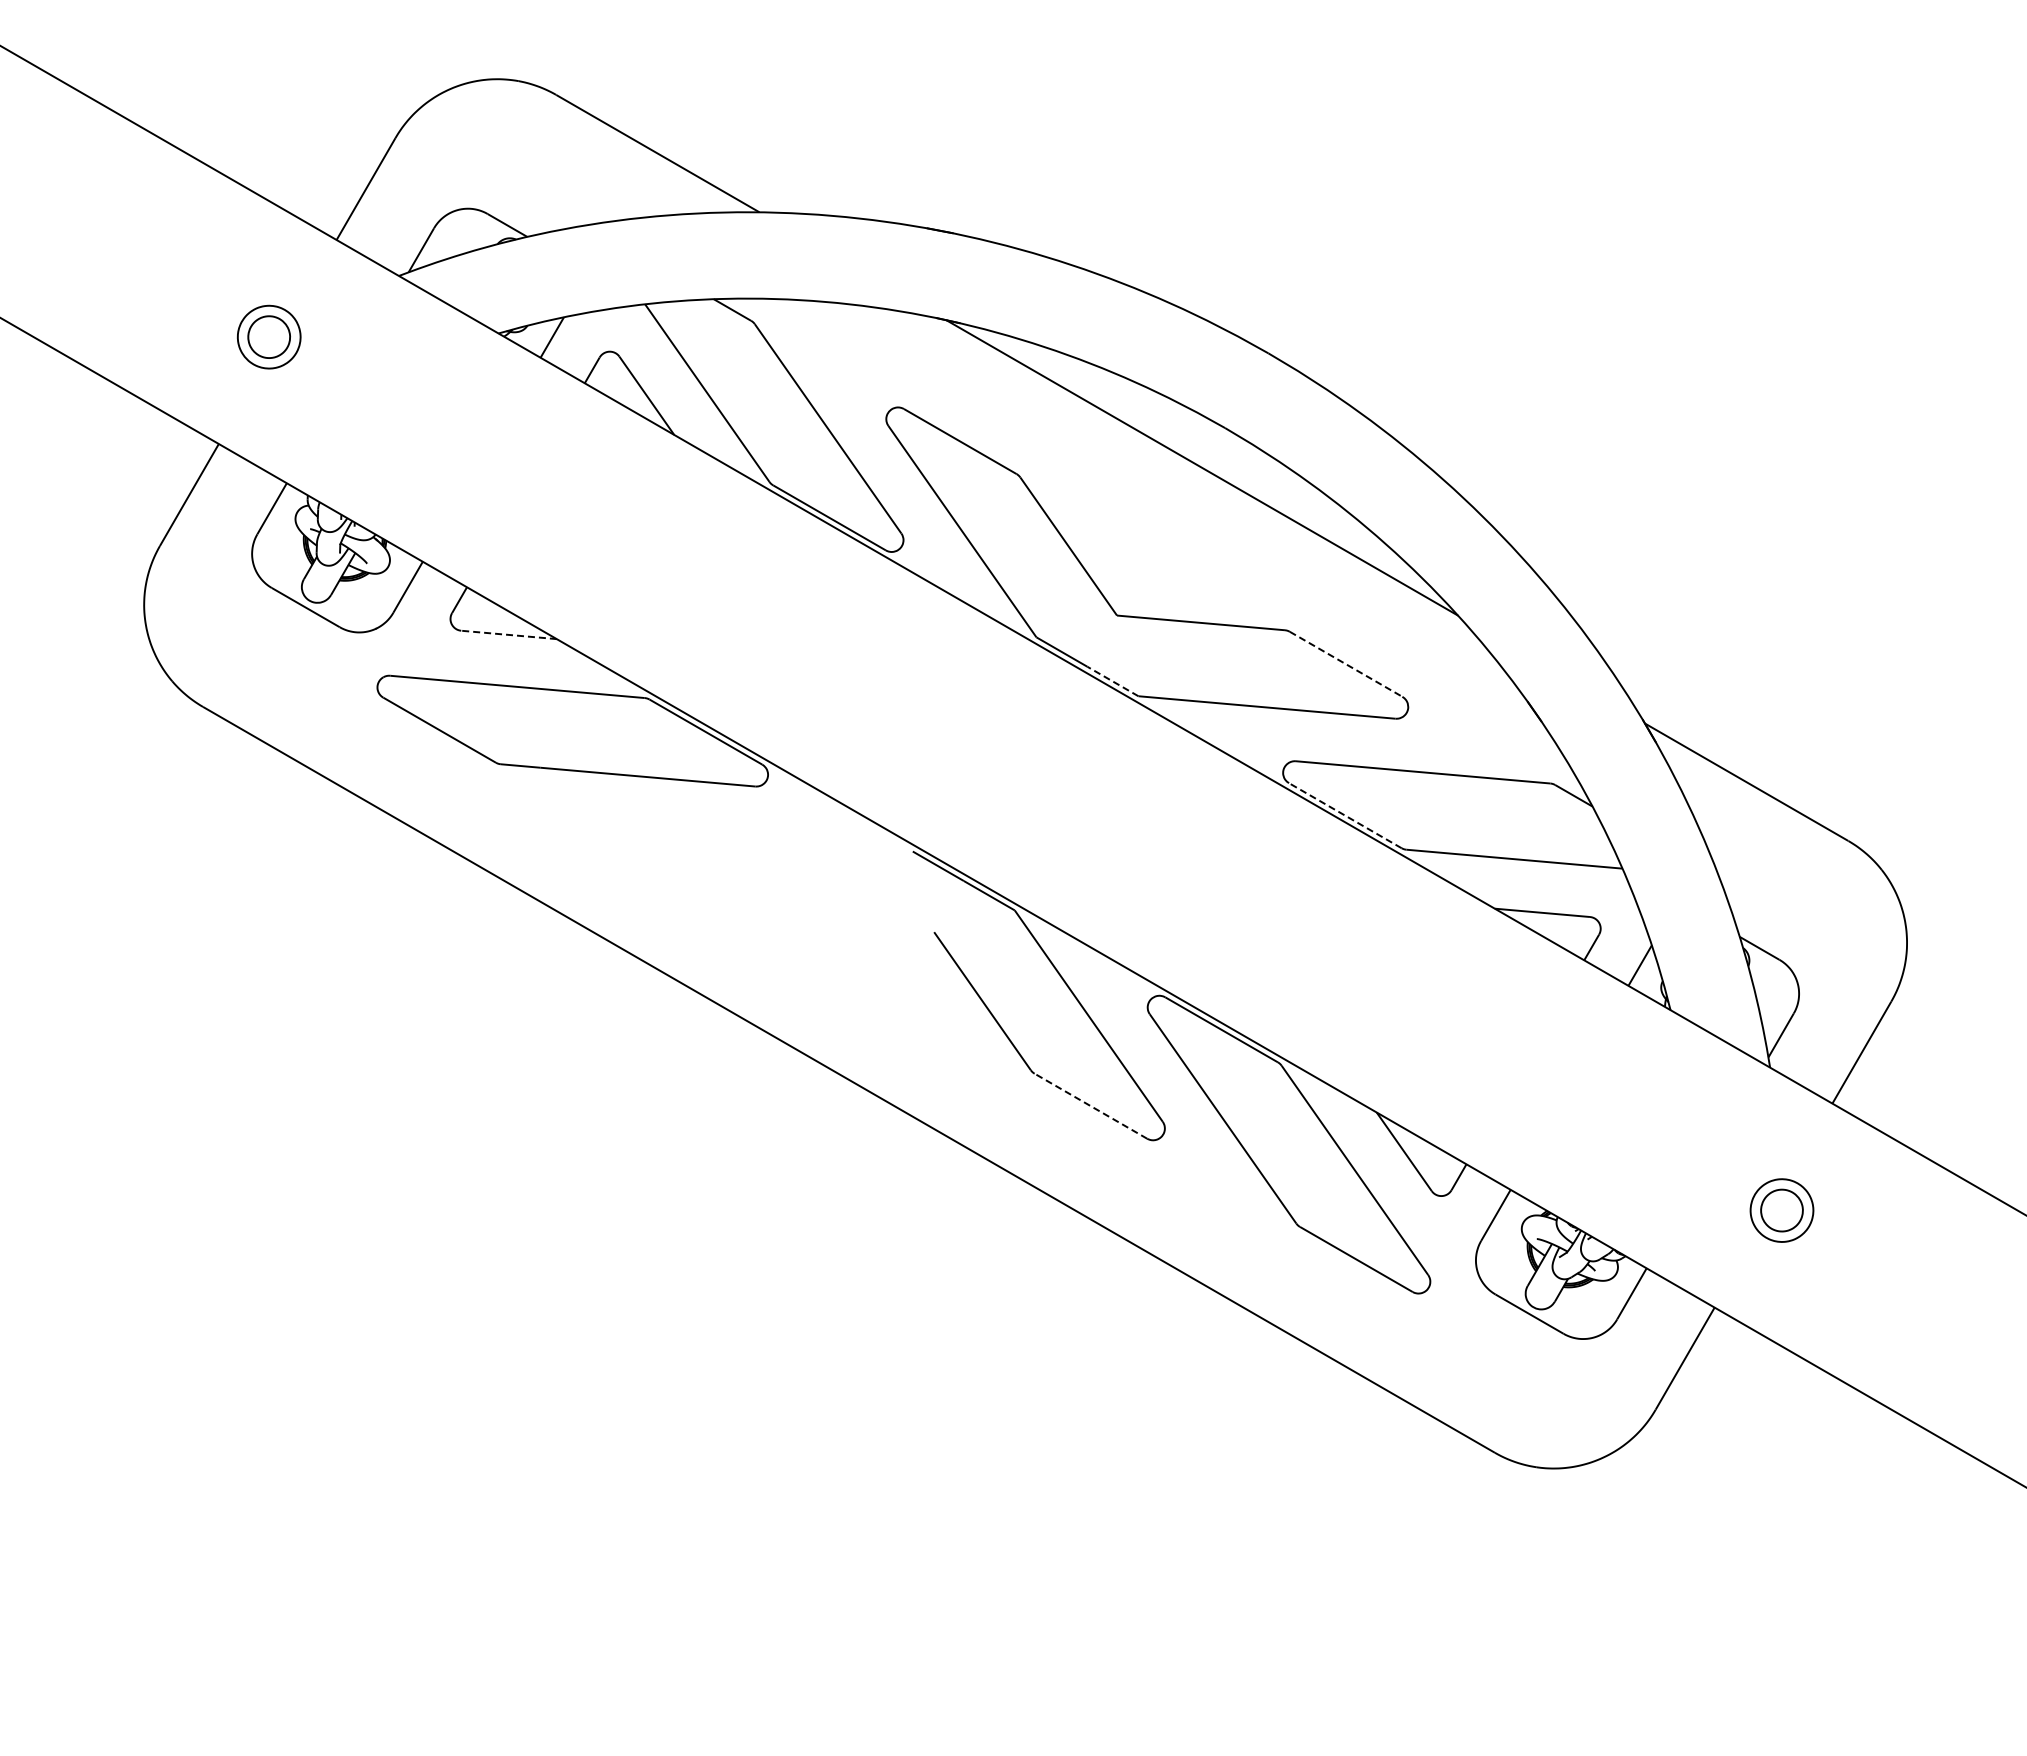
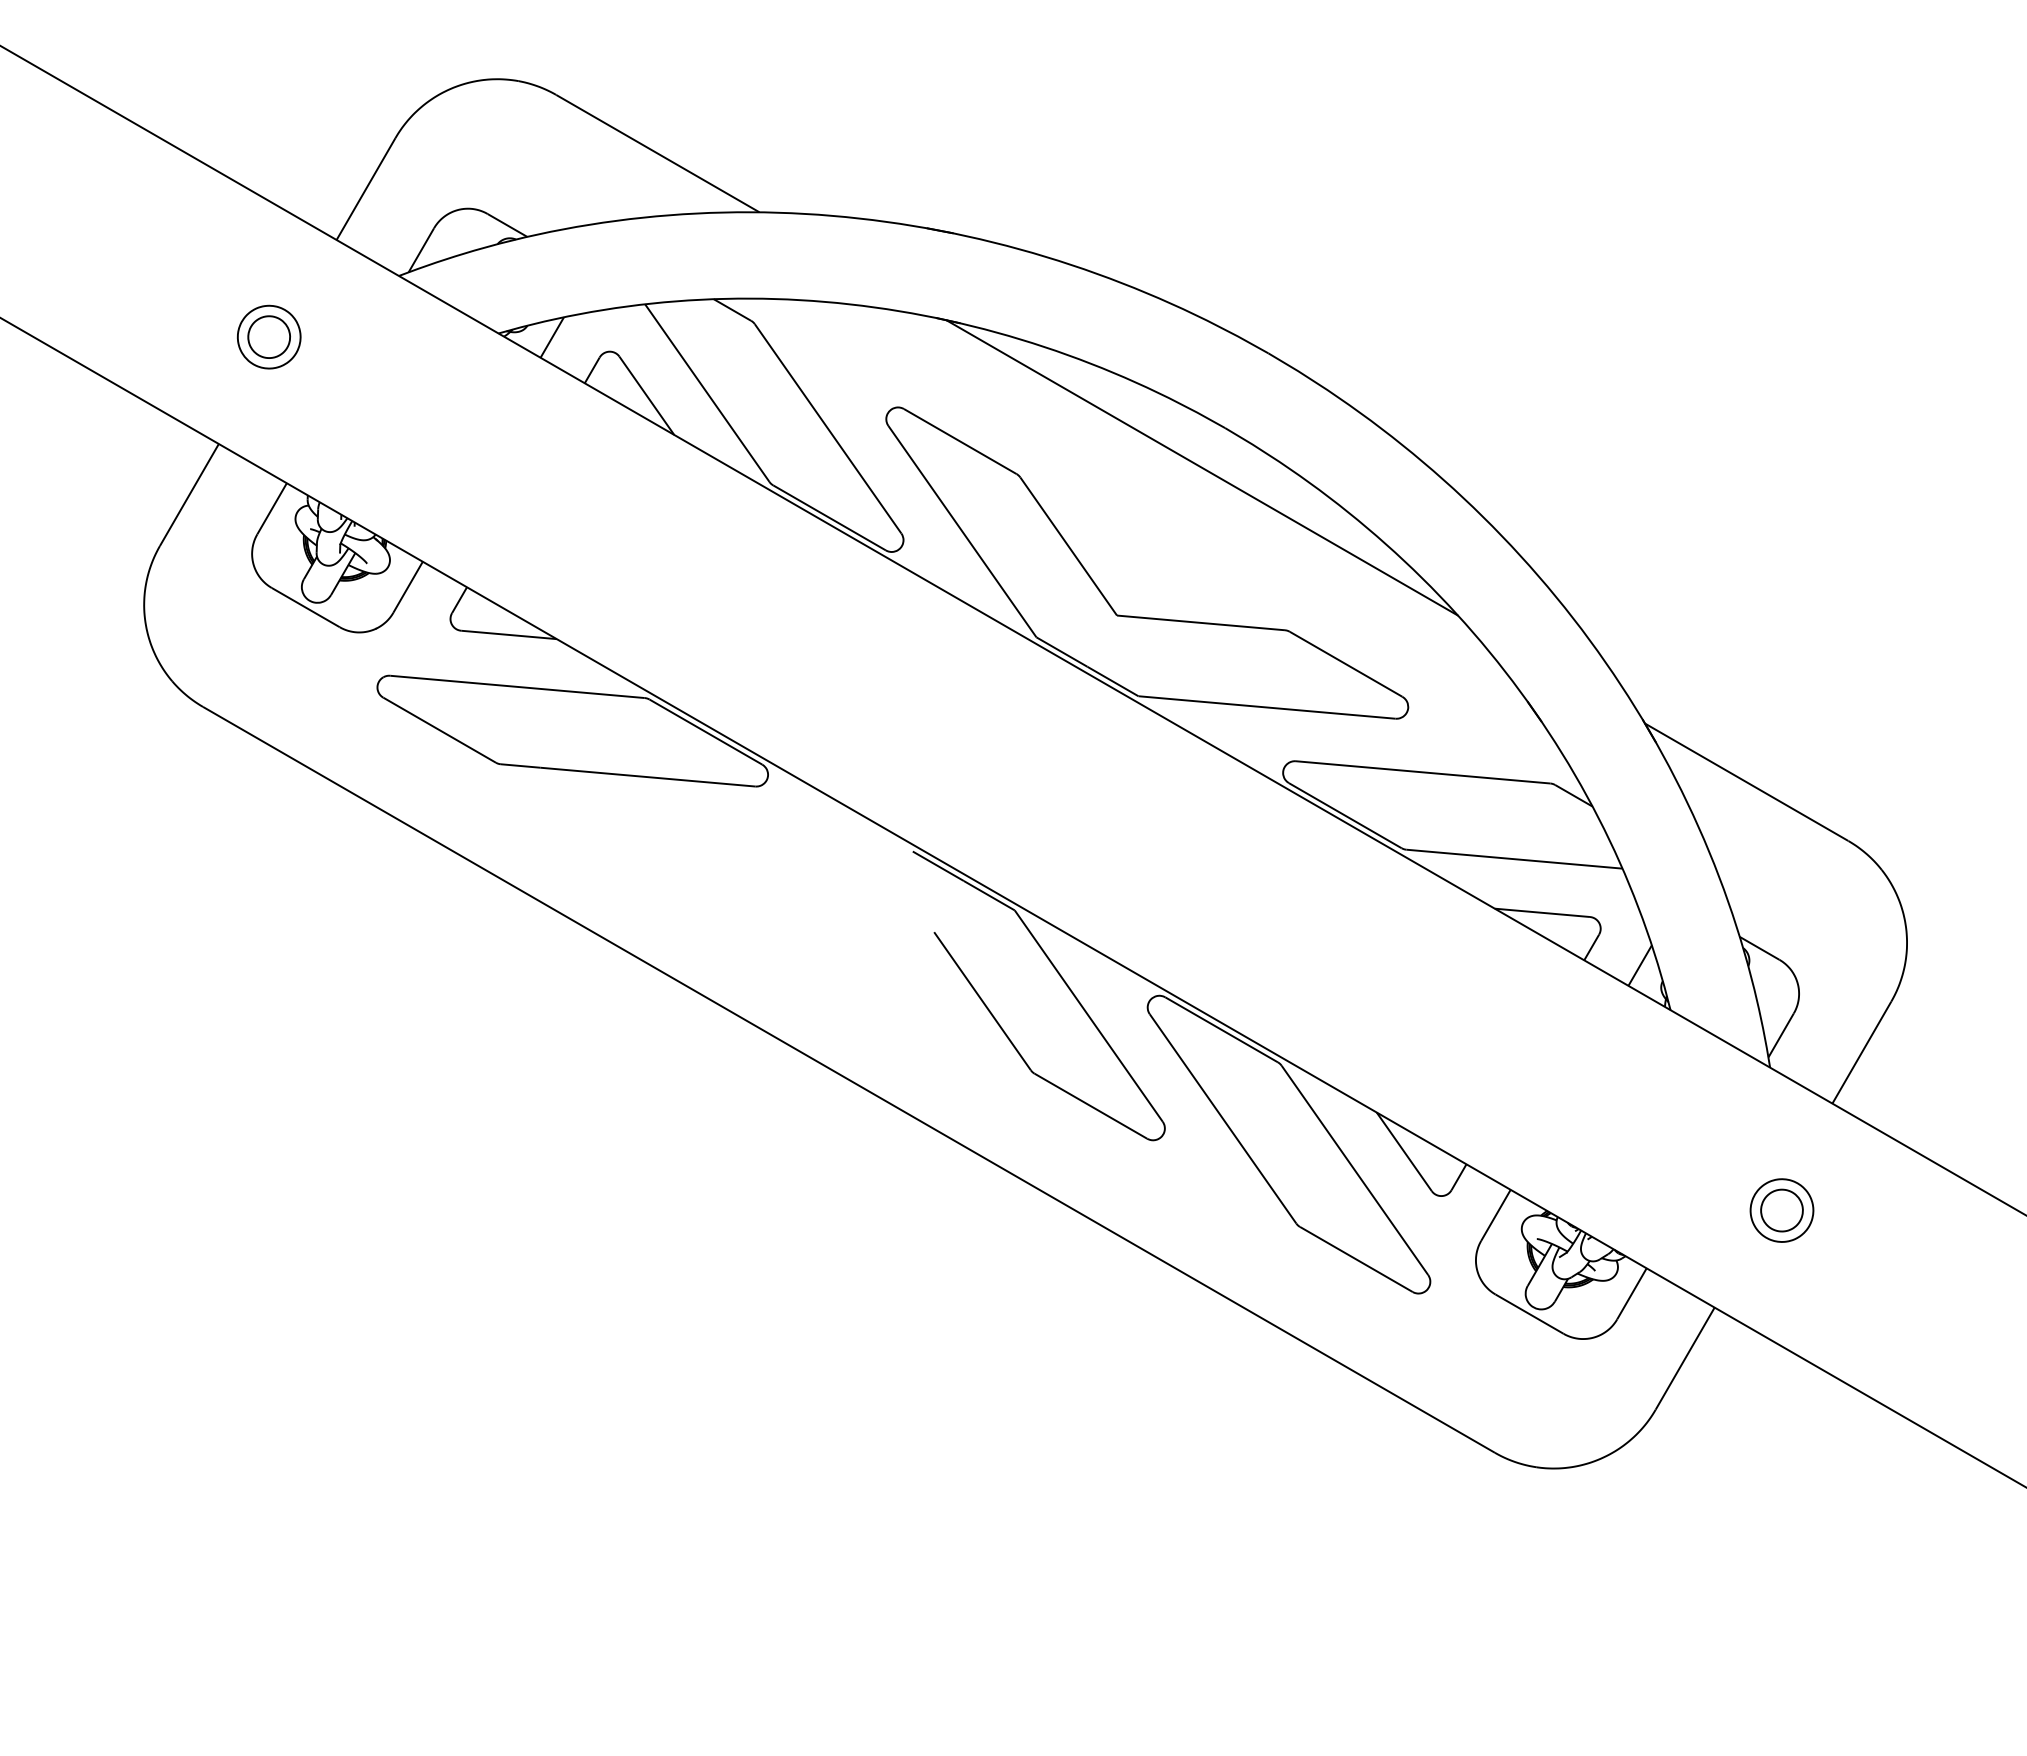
line at (509, 634): dashed -> solid
line at (1346, 664): dashed -> solid
line at (1112, 681): dashed -> solid
line at (1344, 815): dashed -> solid
line at (1090, 1105): dashed -> solid
